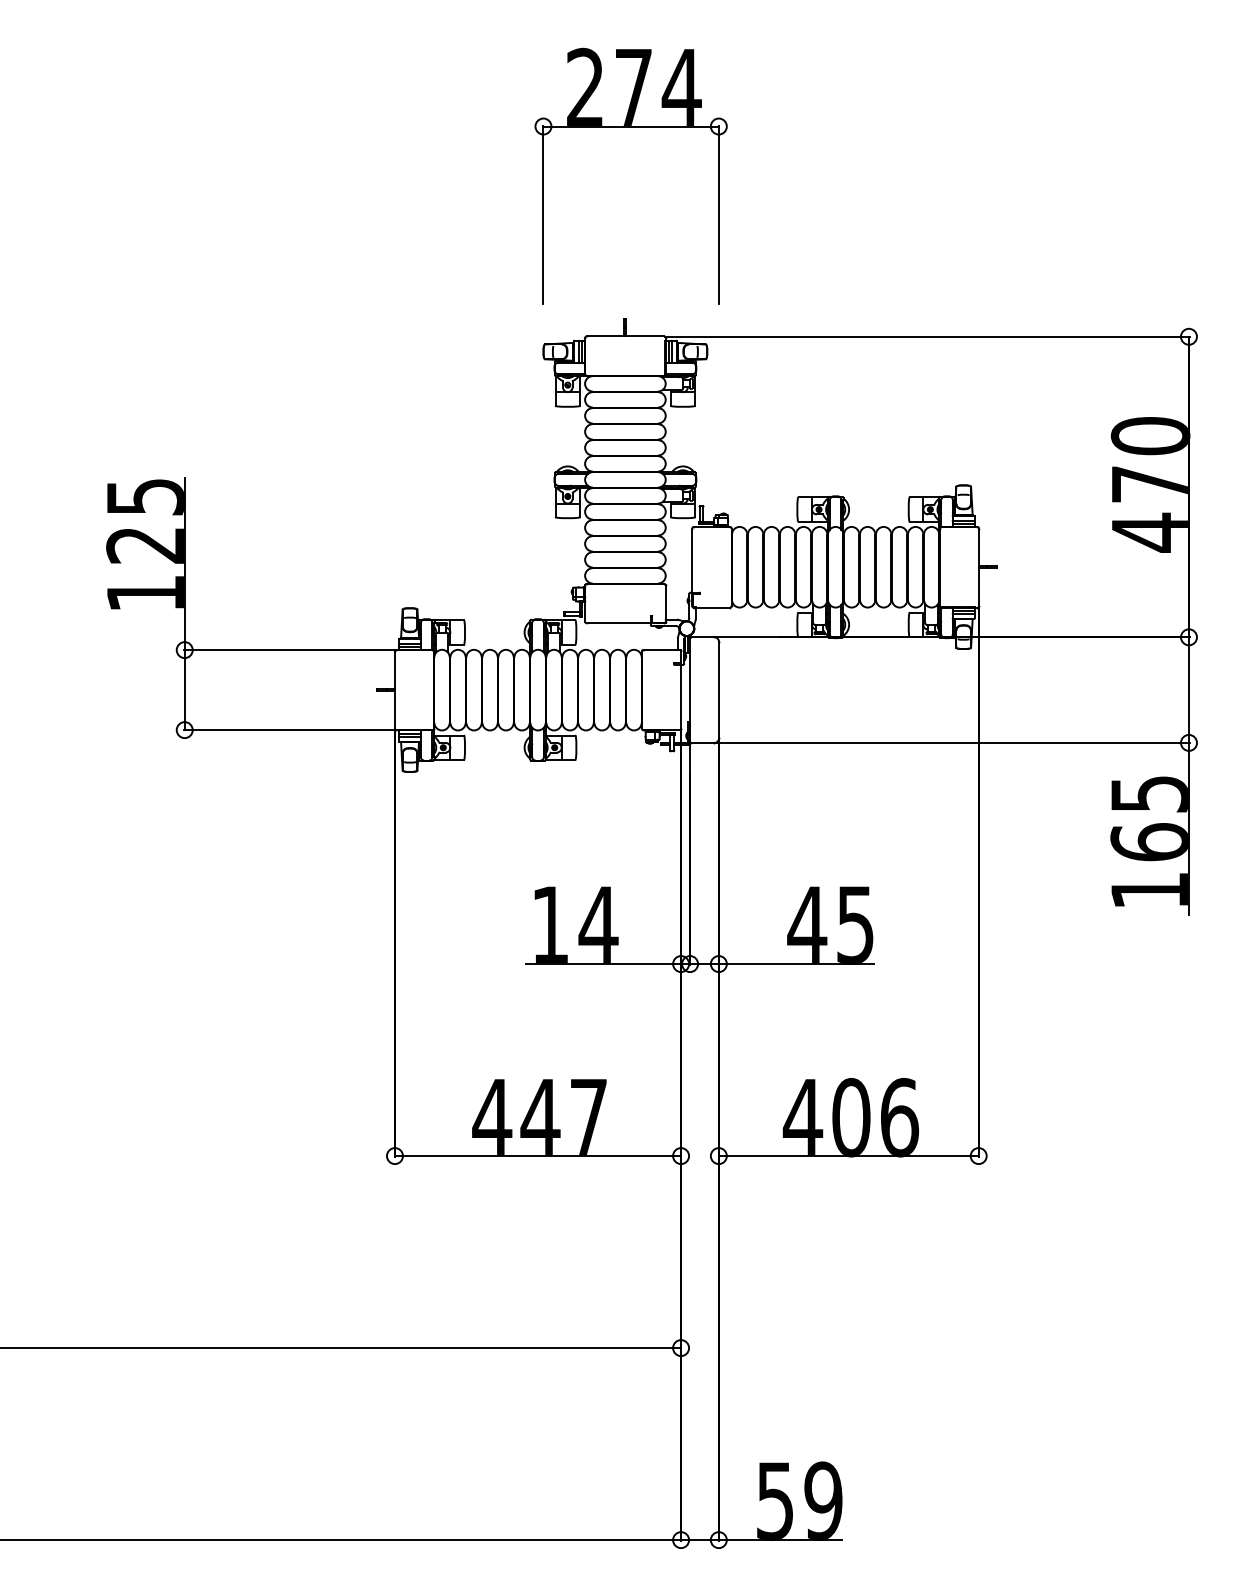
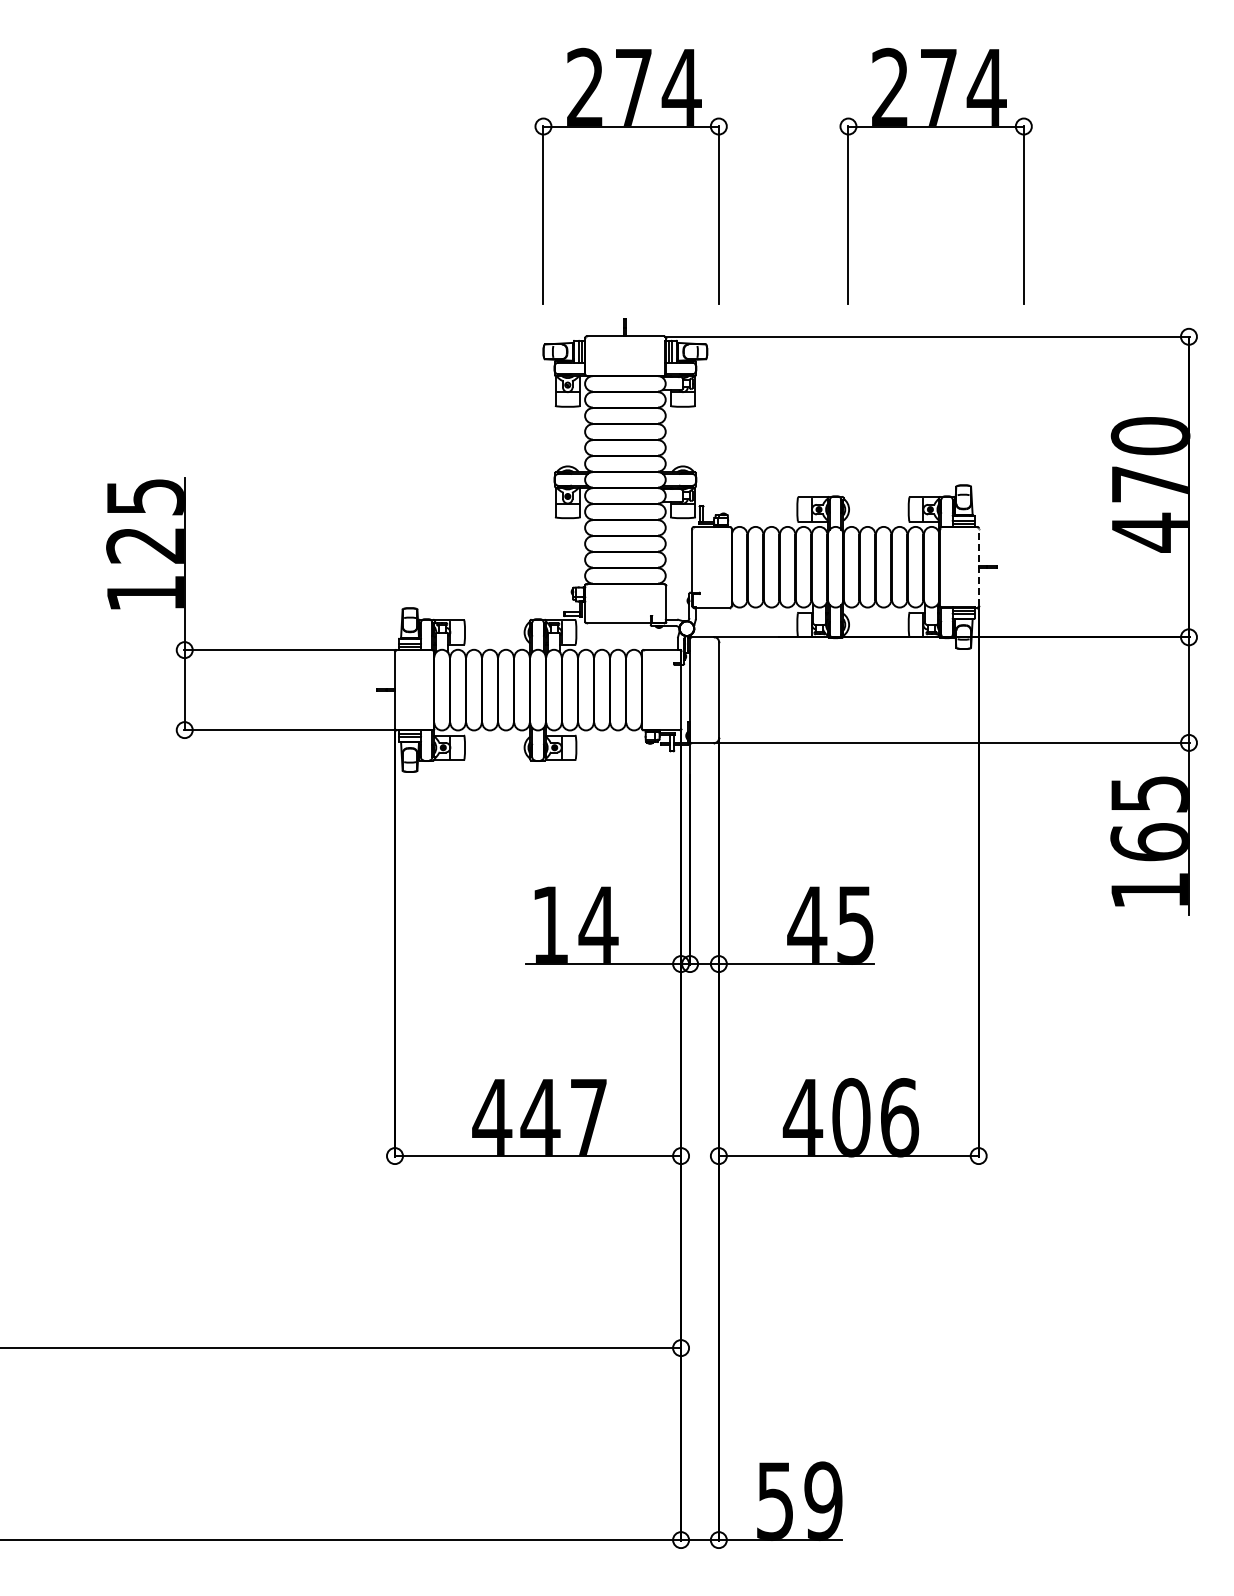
part at (935, 127): none -> present
line at (979, 567): solid -> dashed
